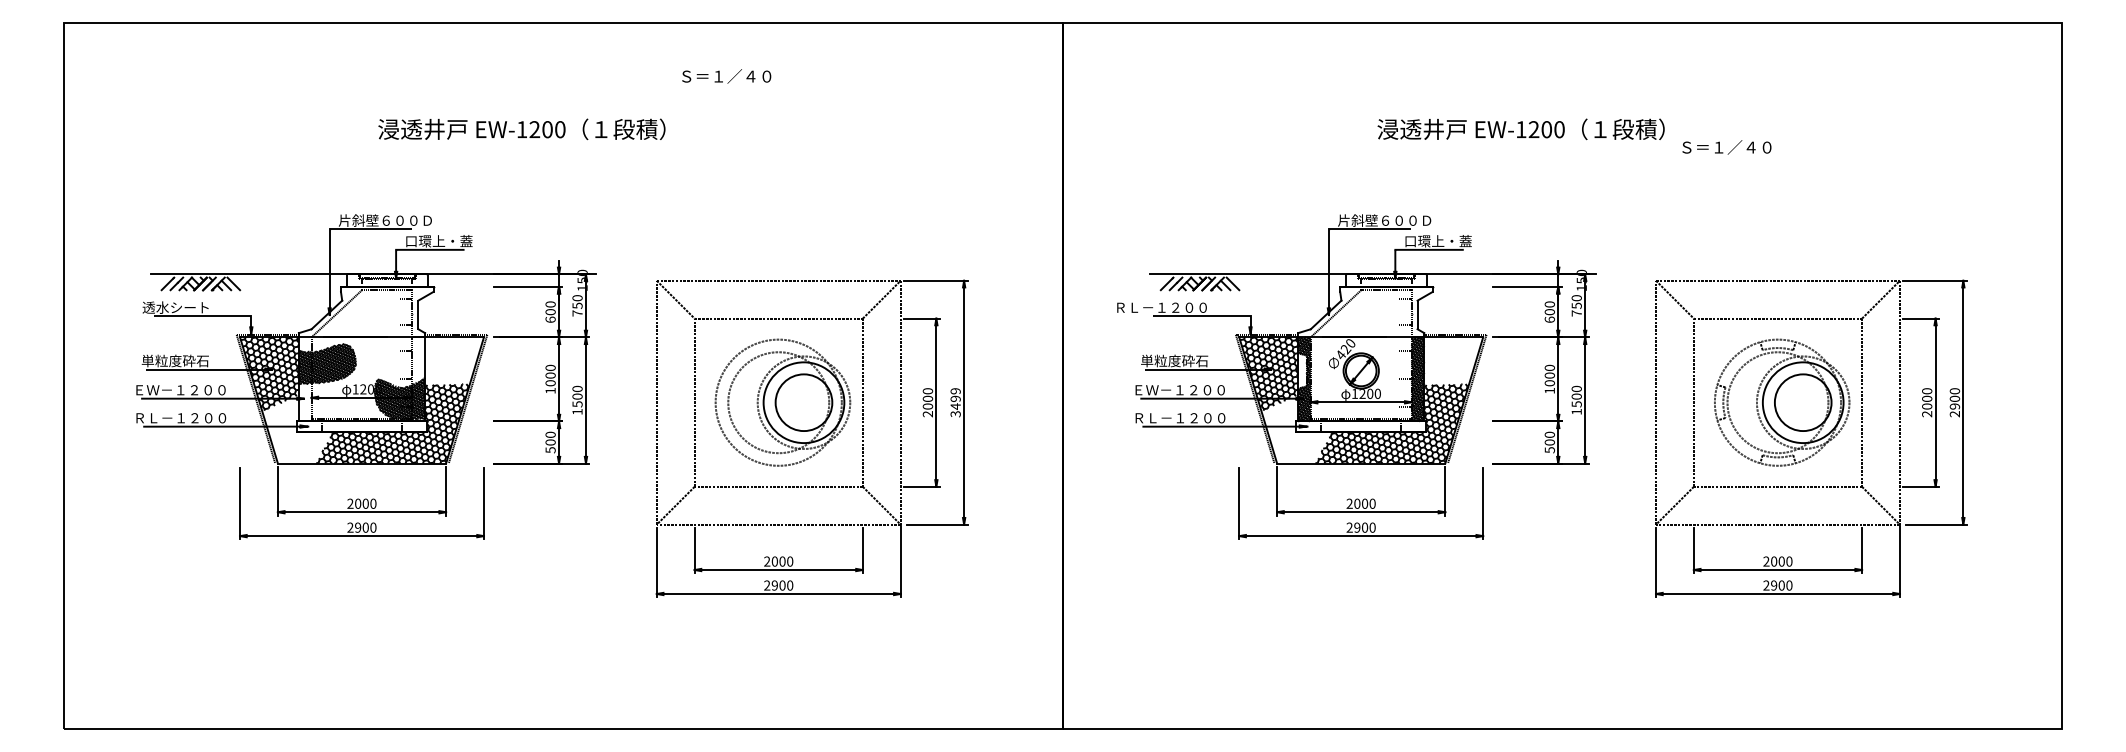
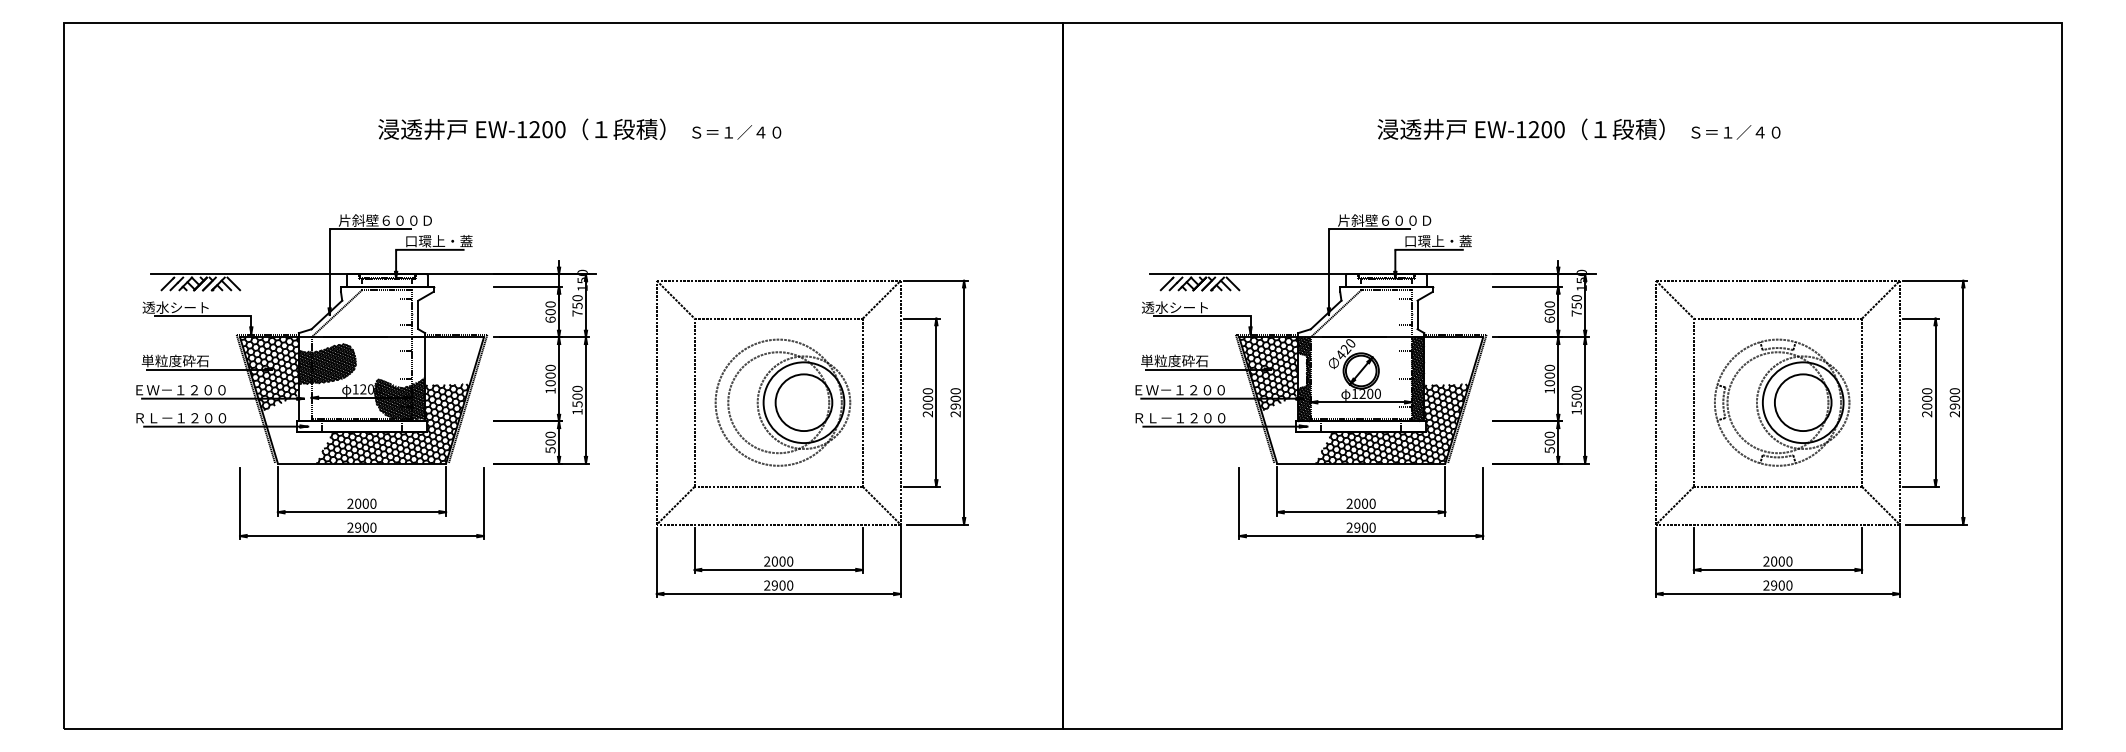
text at (726, 76) position: (726, 76) -> (736, 132)
text at (1726, 147) position: (1726, 147) -> (1735, 132)
text at (1162, 307): ＲＬ－１２００ -> 透水シート
text at (955, 402): 3499 -> 2900
